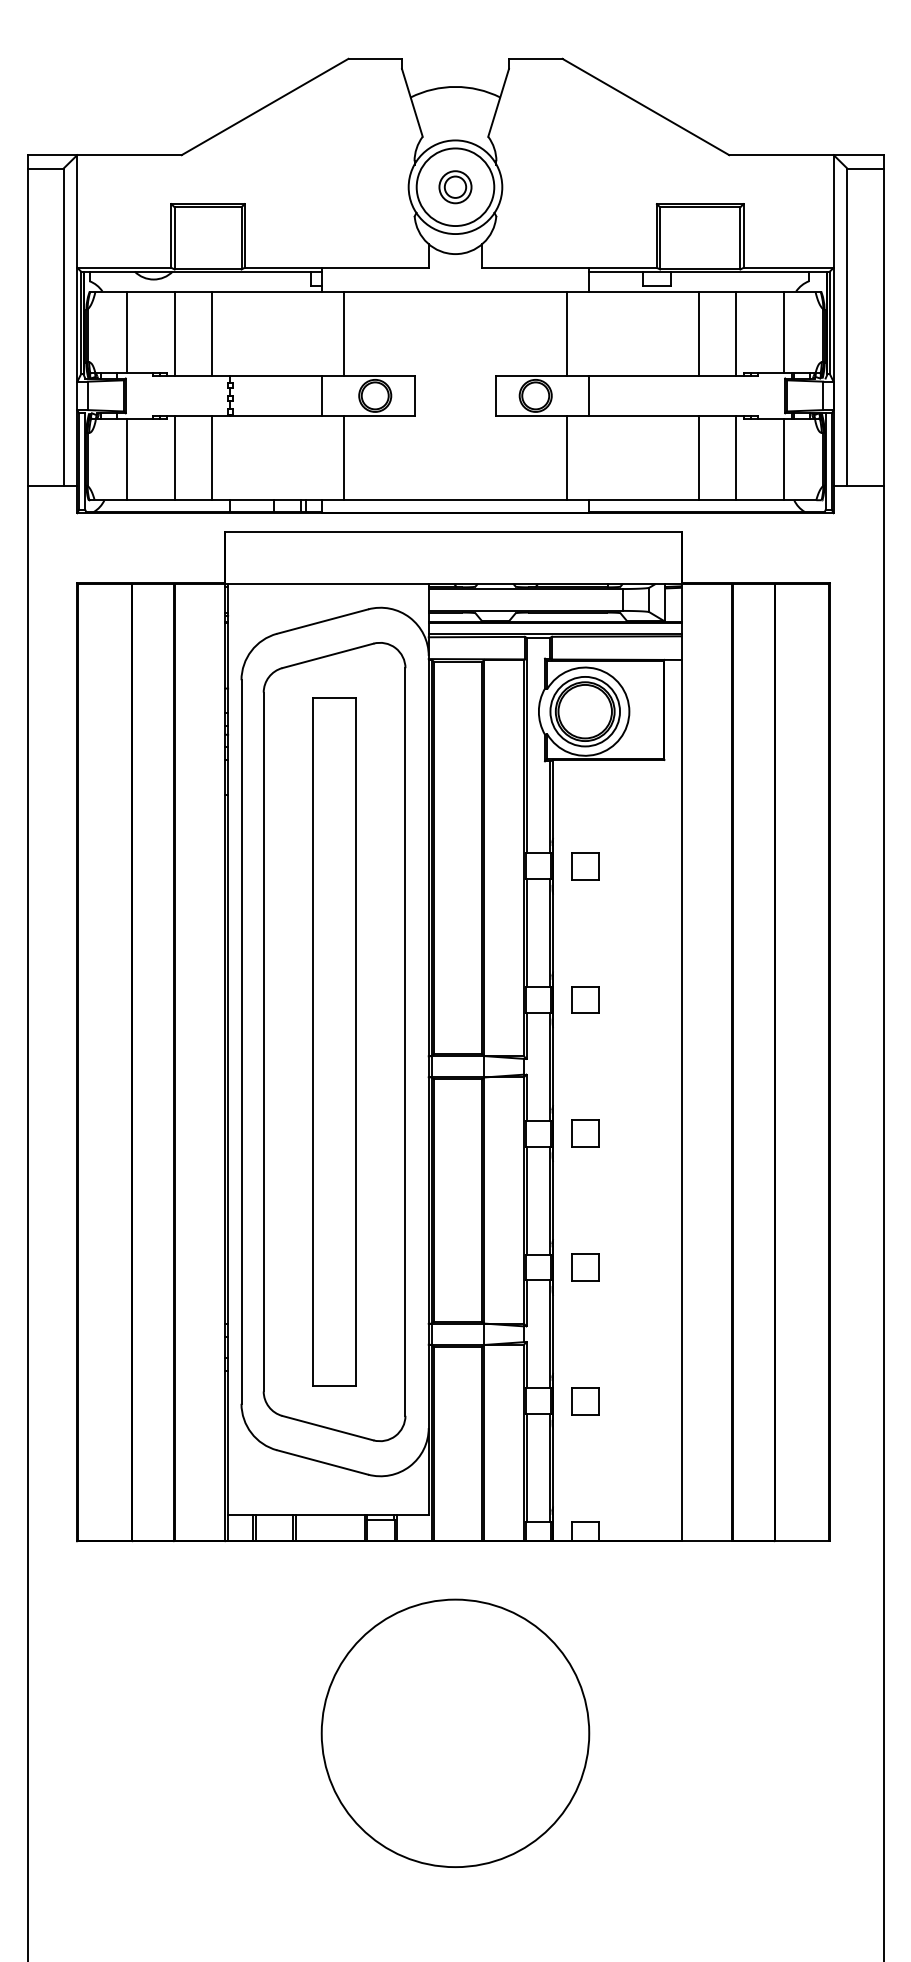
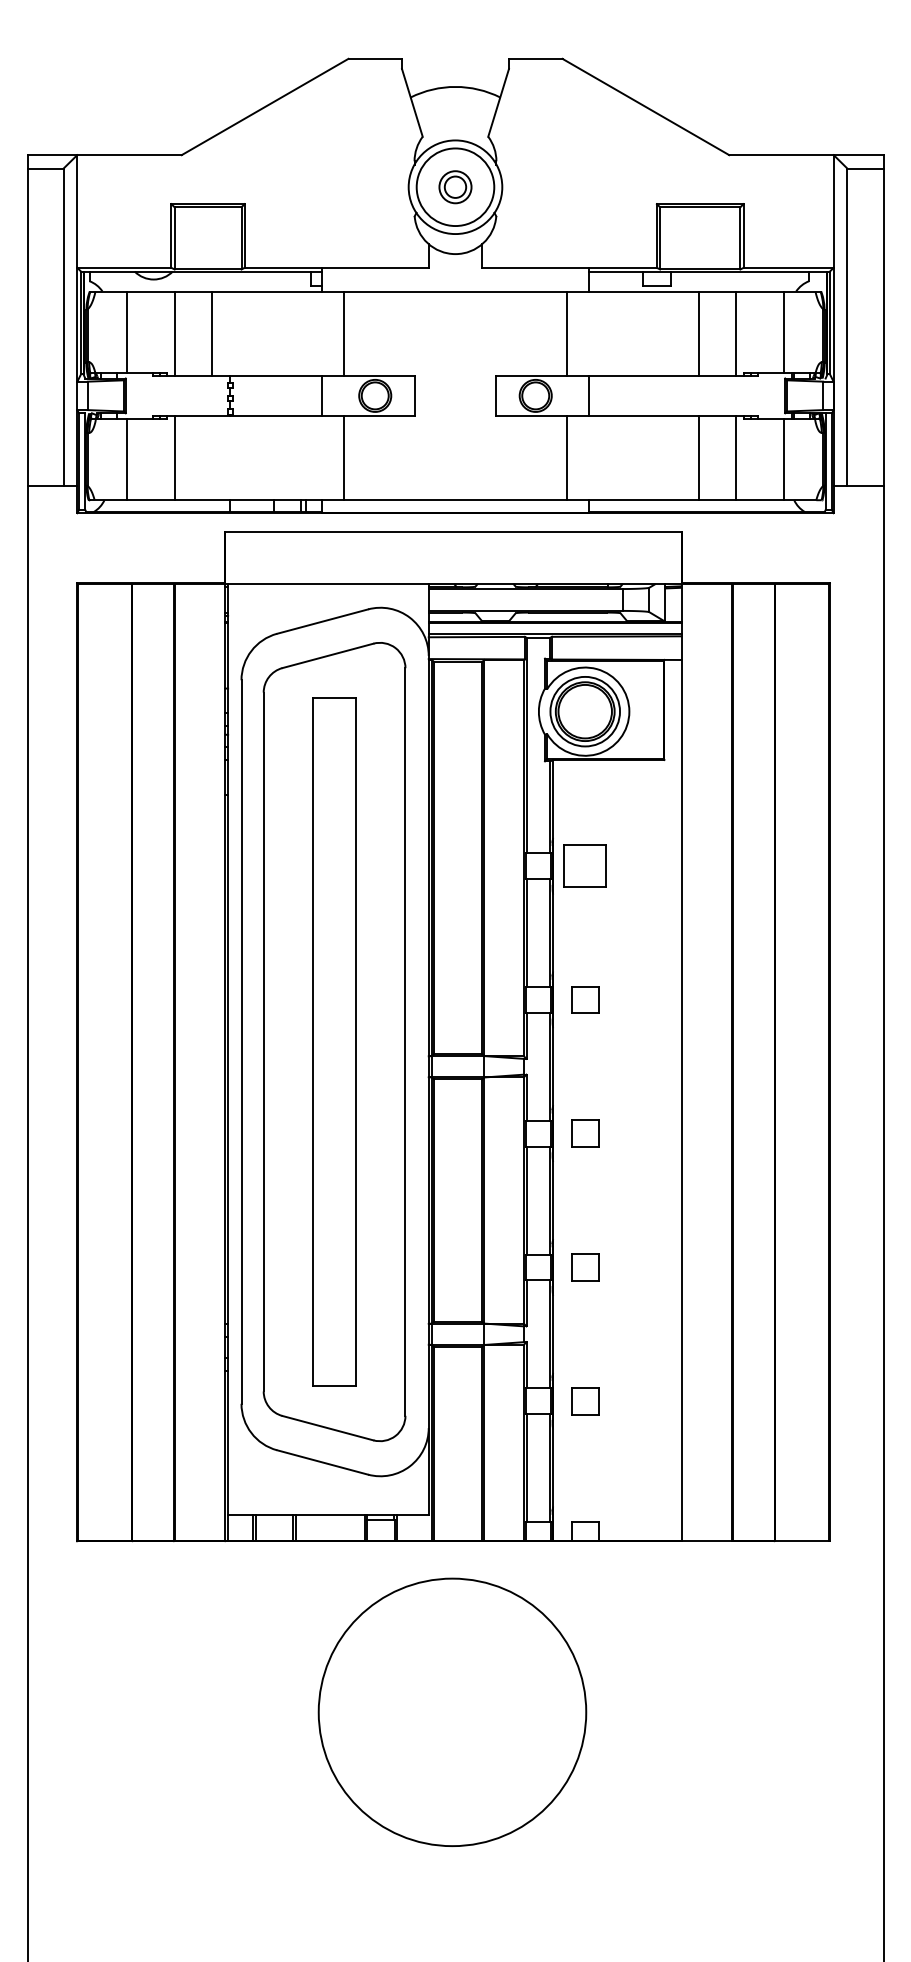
line at (211, 457): present -> none
part at (585, 866) size: 29x29 px -> 44x44 px
circle at (455, 1732) position: (455, 1732) -> (452, 1711)
